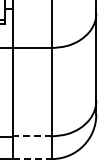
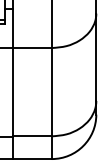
line at (31, 136): dashed -> solid
line at (32, 159): dashed -> solid
